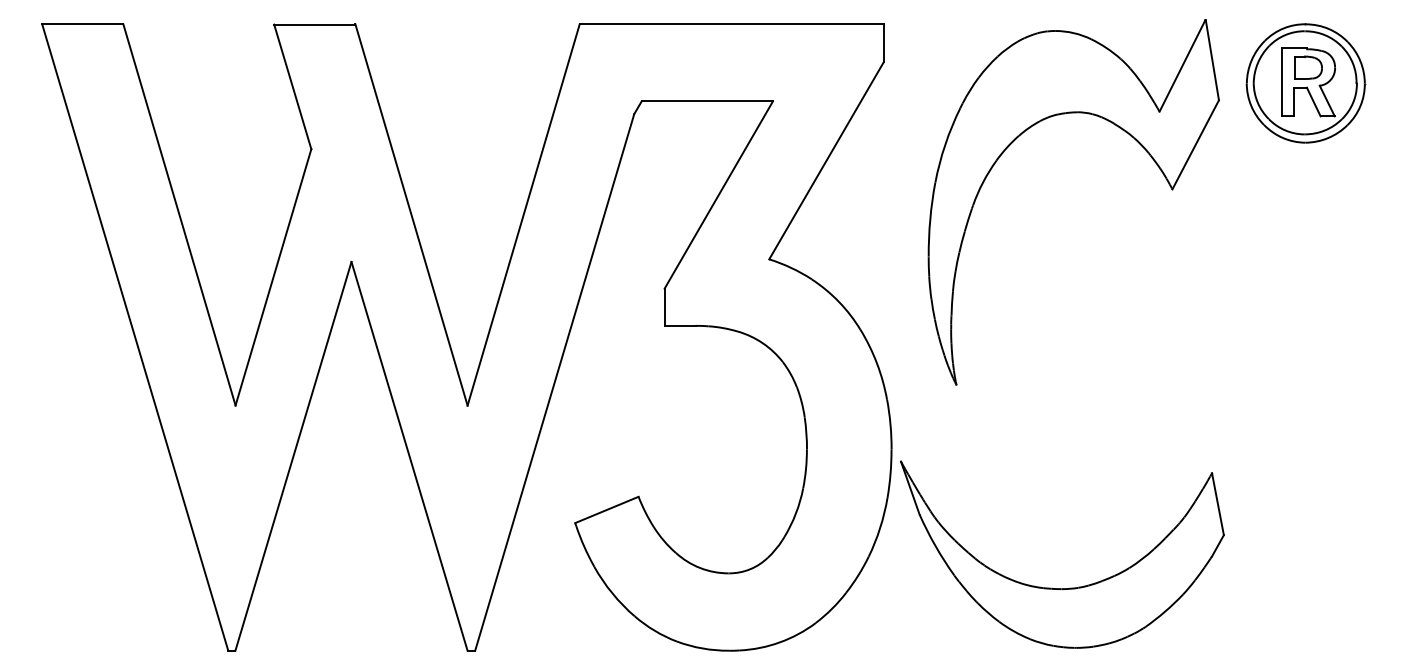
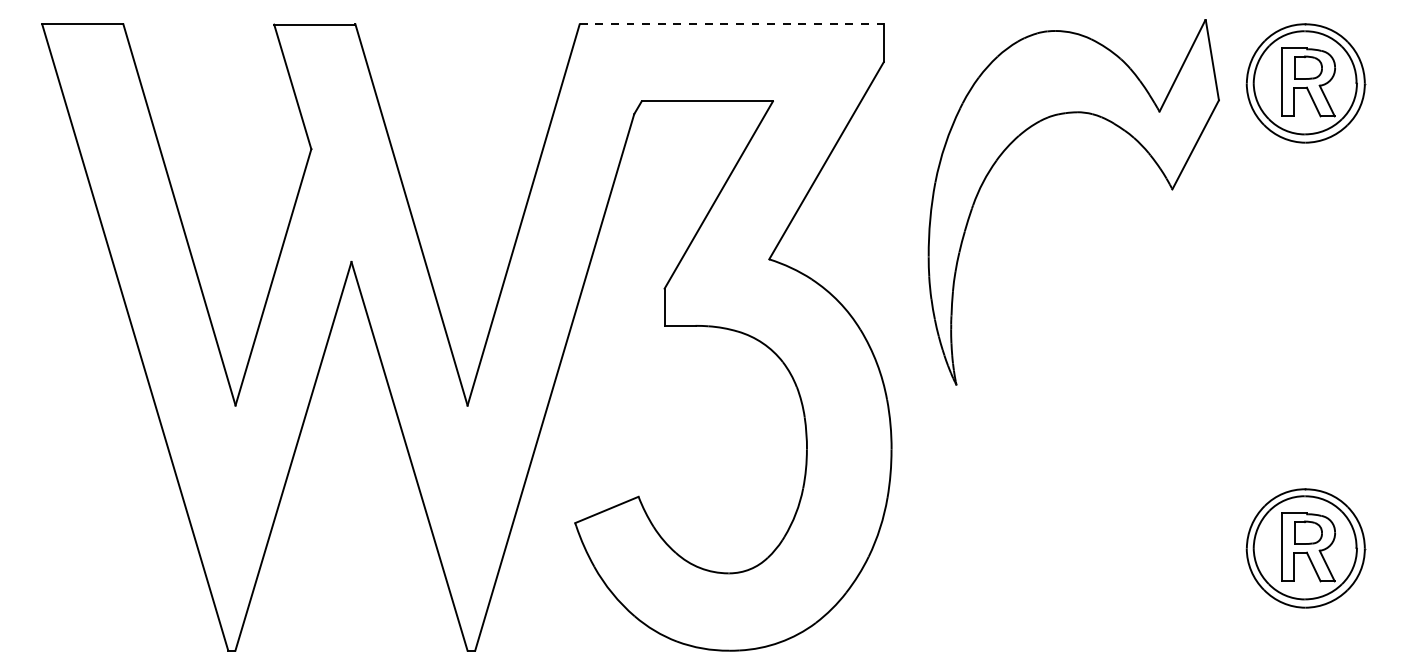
line at (732, 24): solid -> dashed
part at (1305, 548): none -> present
part at (1069, 587): present -> none
